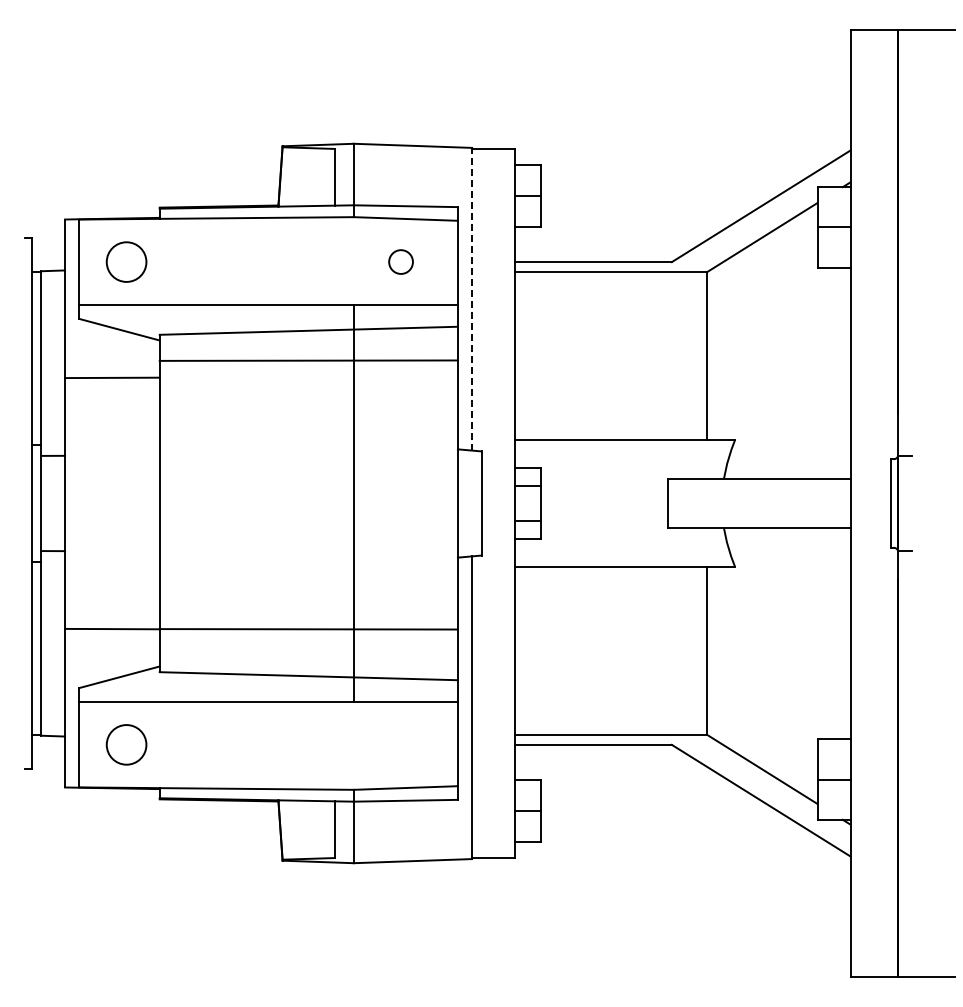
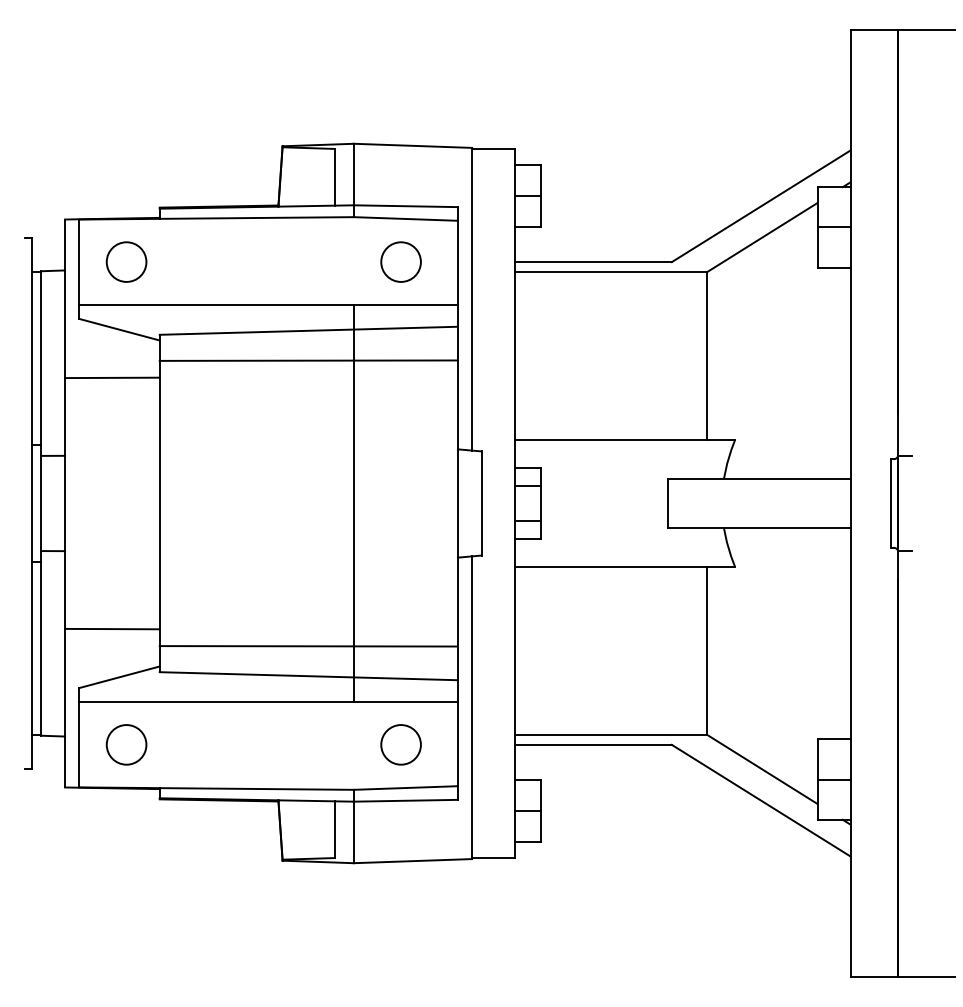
circle at (400, 261) size: 26x26 px -> 42x42 px
line at (472, 298): dashed -> solid
line at (308, 629) position: (308, 629) -> (308, 646)
circle at (400, 744): none -> present
